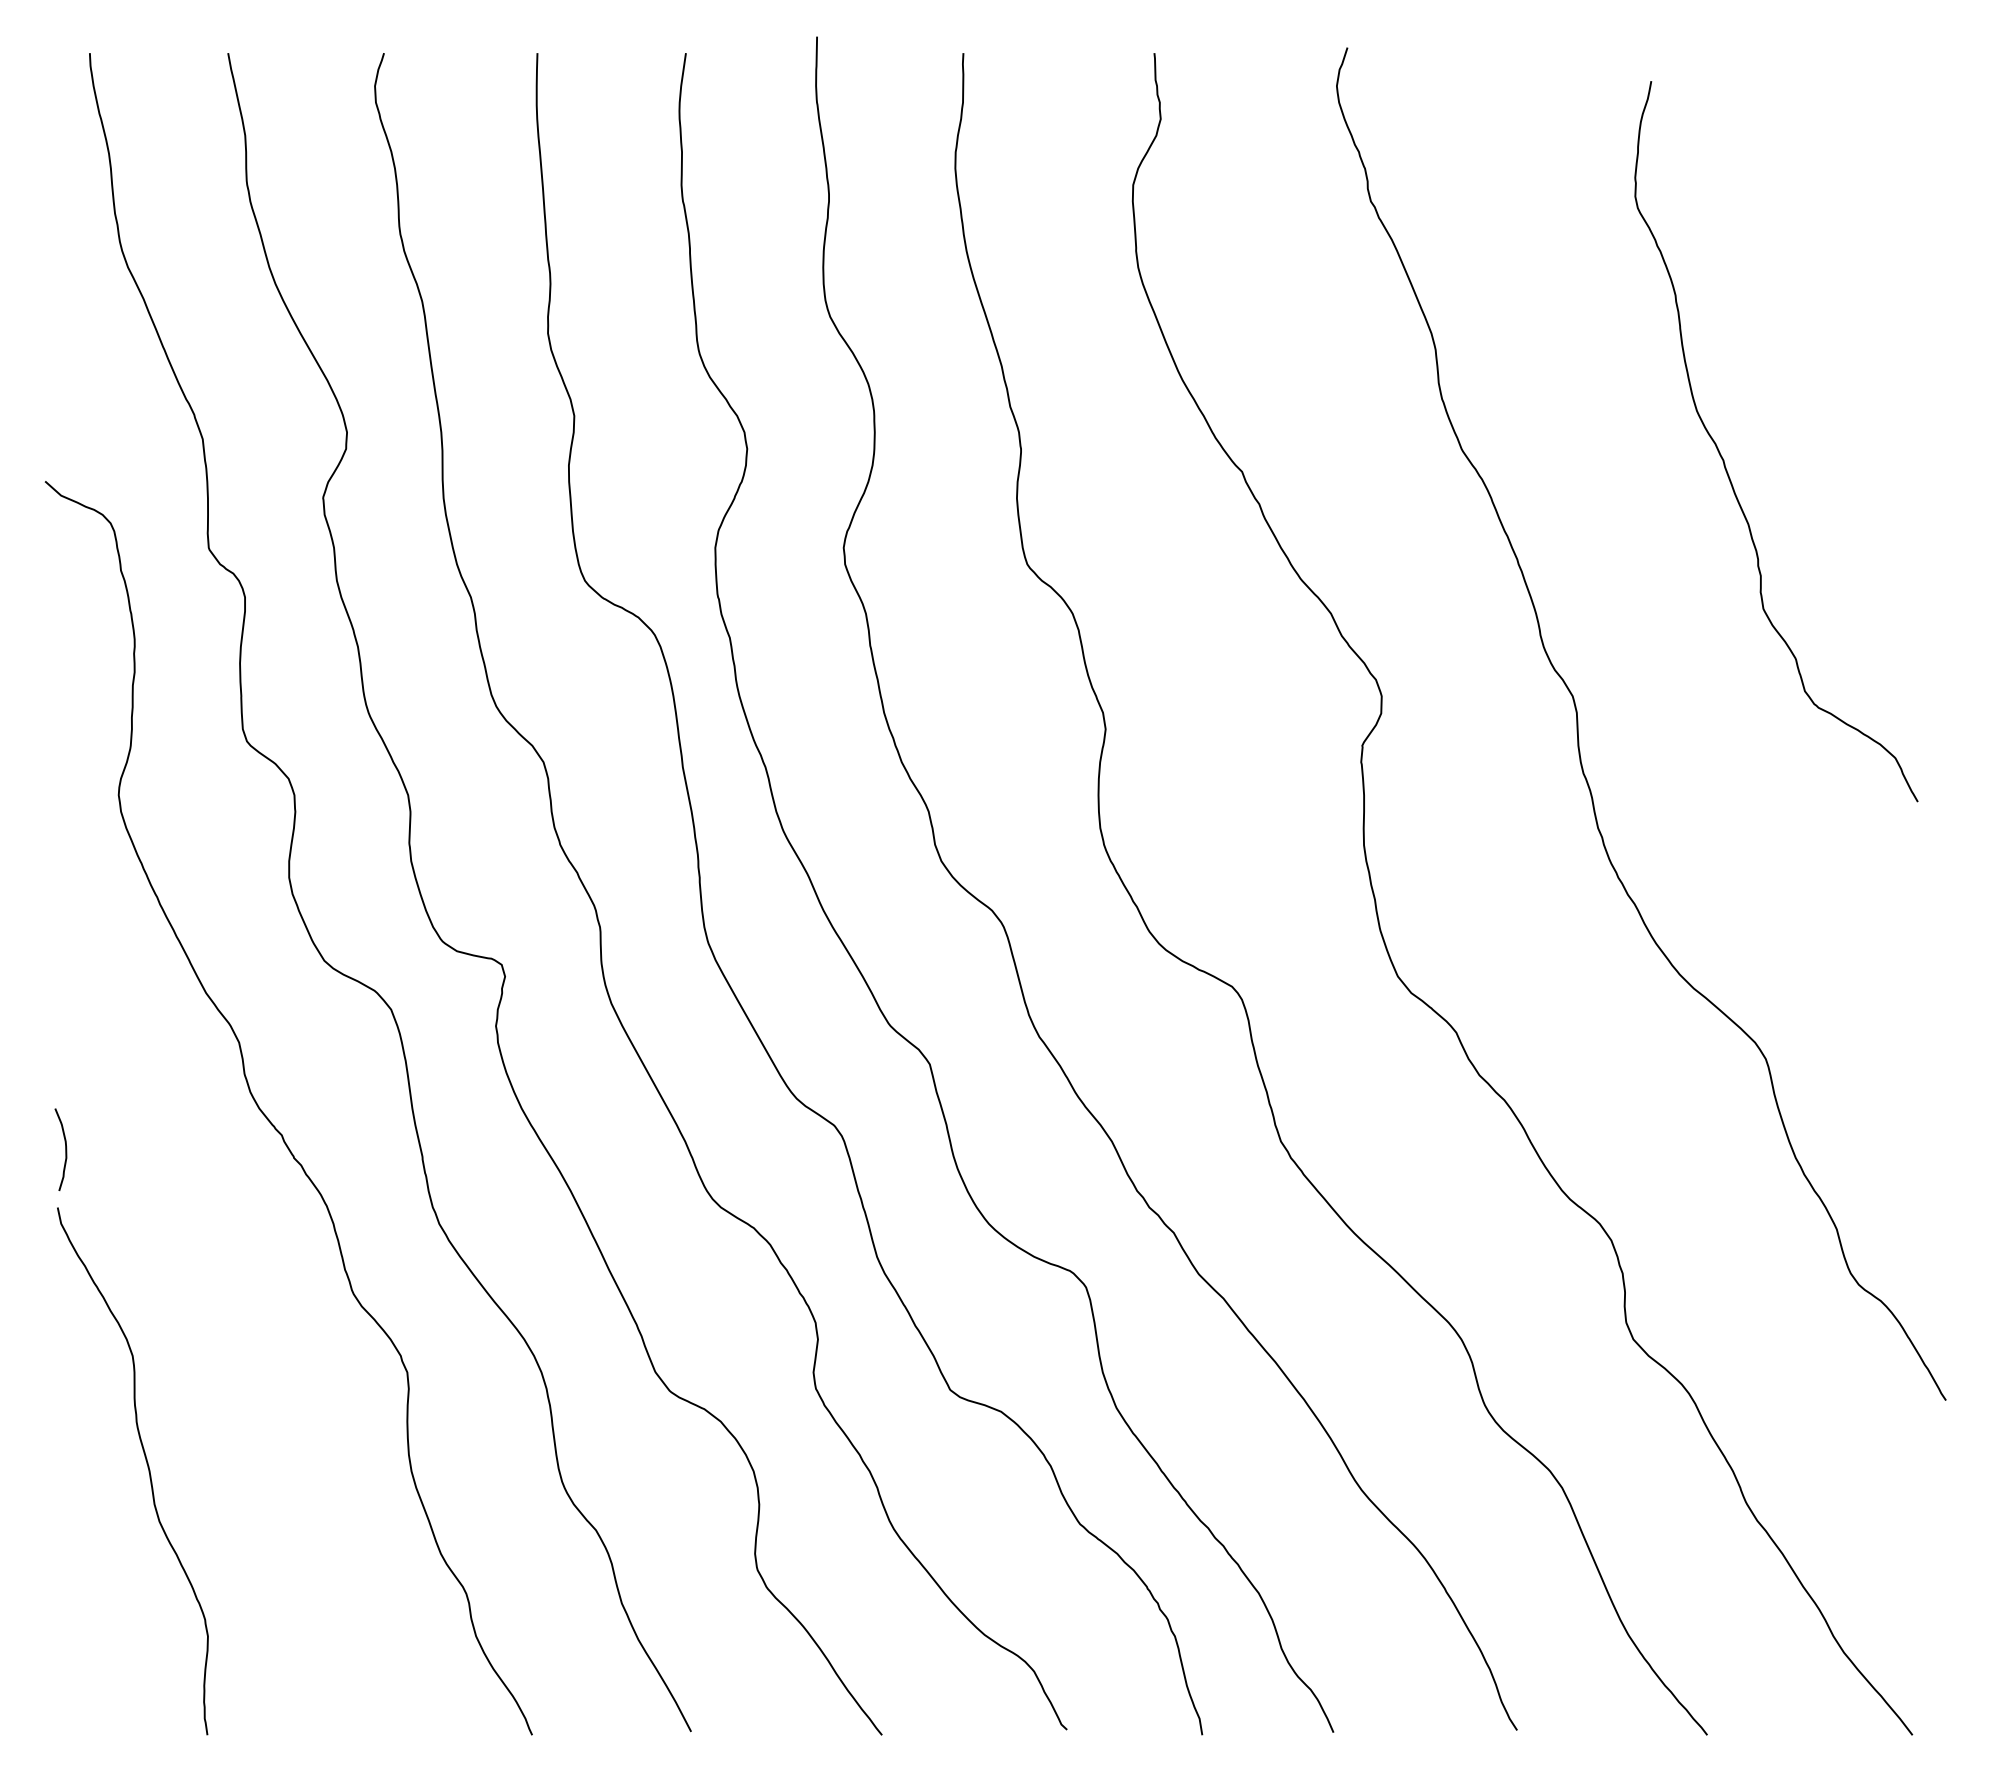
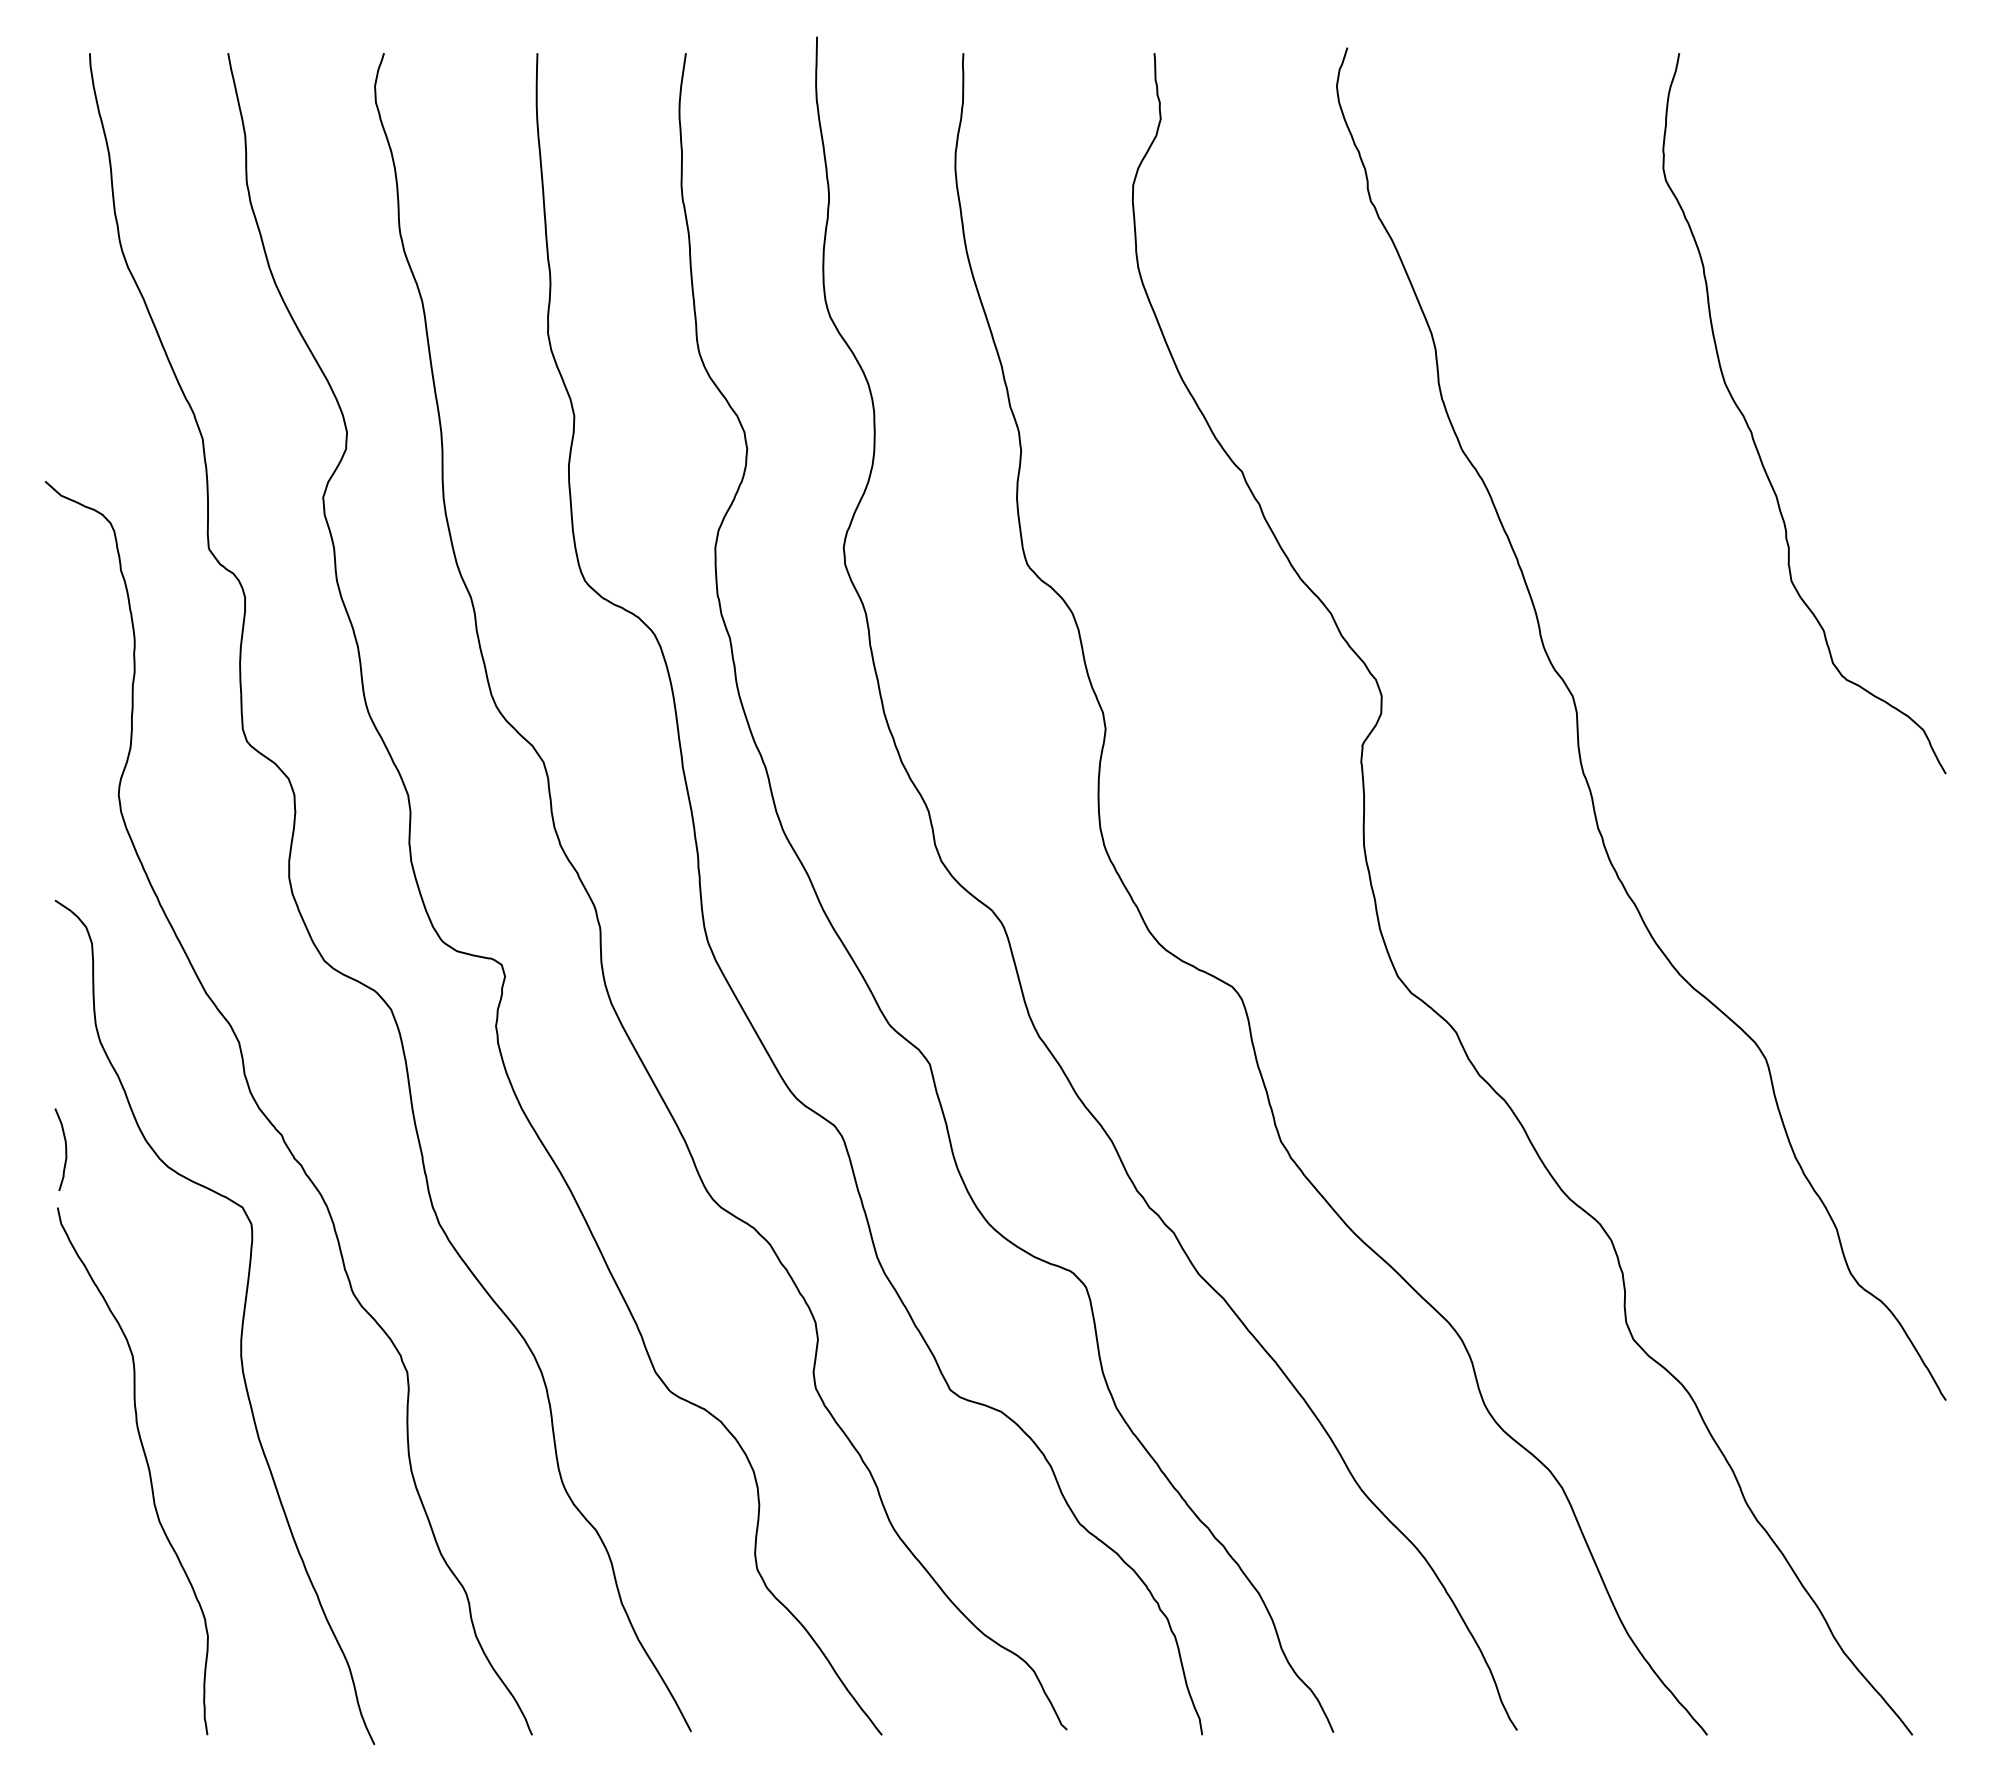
curve at (1724, 460) position: (1724, 460) -> (1752, 432)
curve at (241, 1323): none -> present
